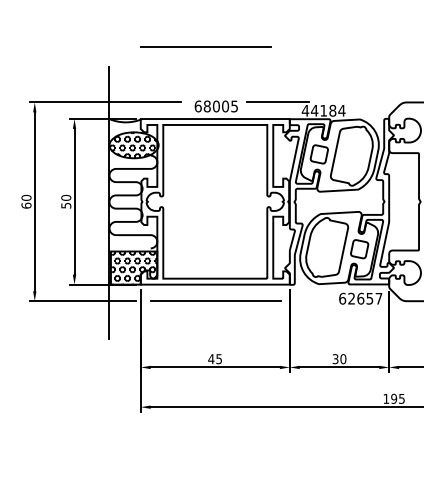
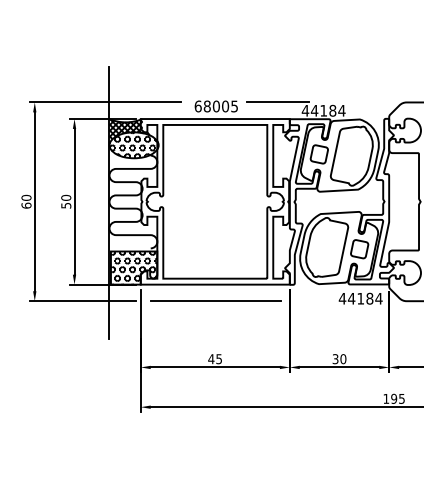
line at (205, 46): present -> none
hatch at (130, 131): none -> present
text at (360, 298): 62657 -> 44184
